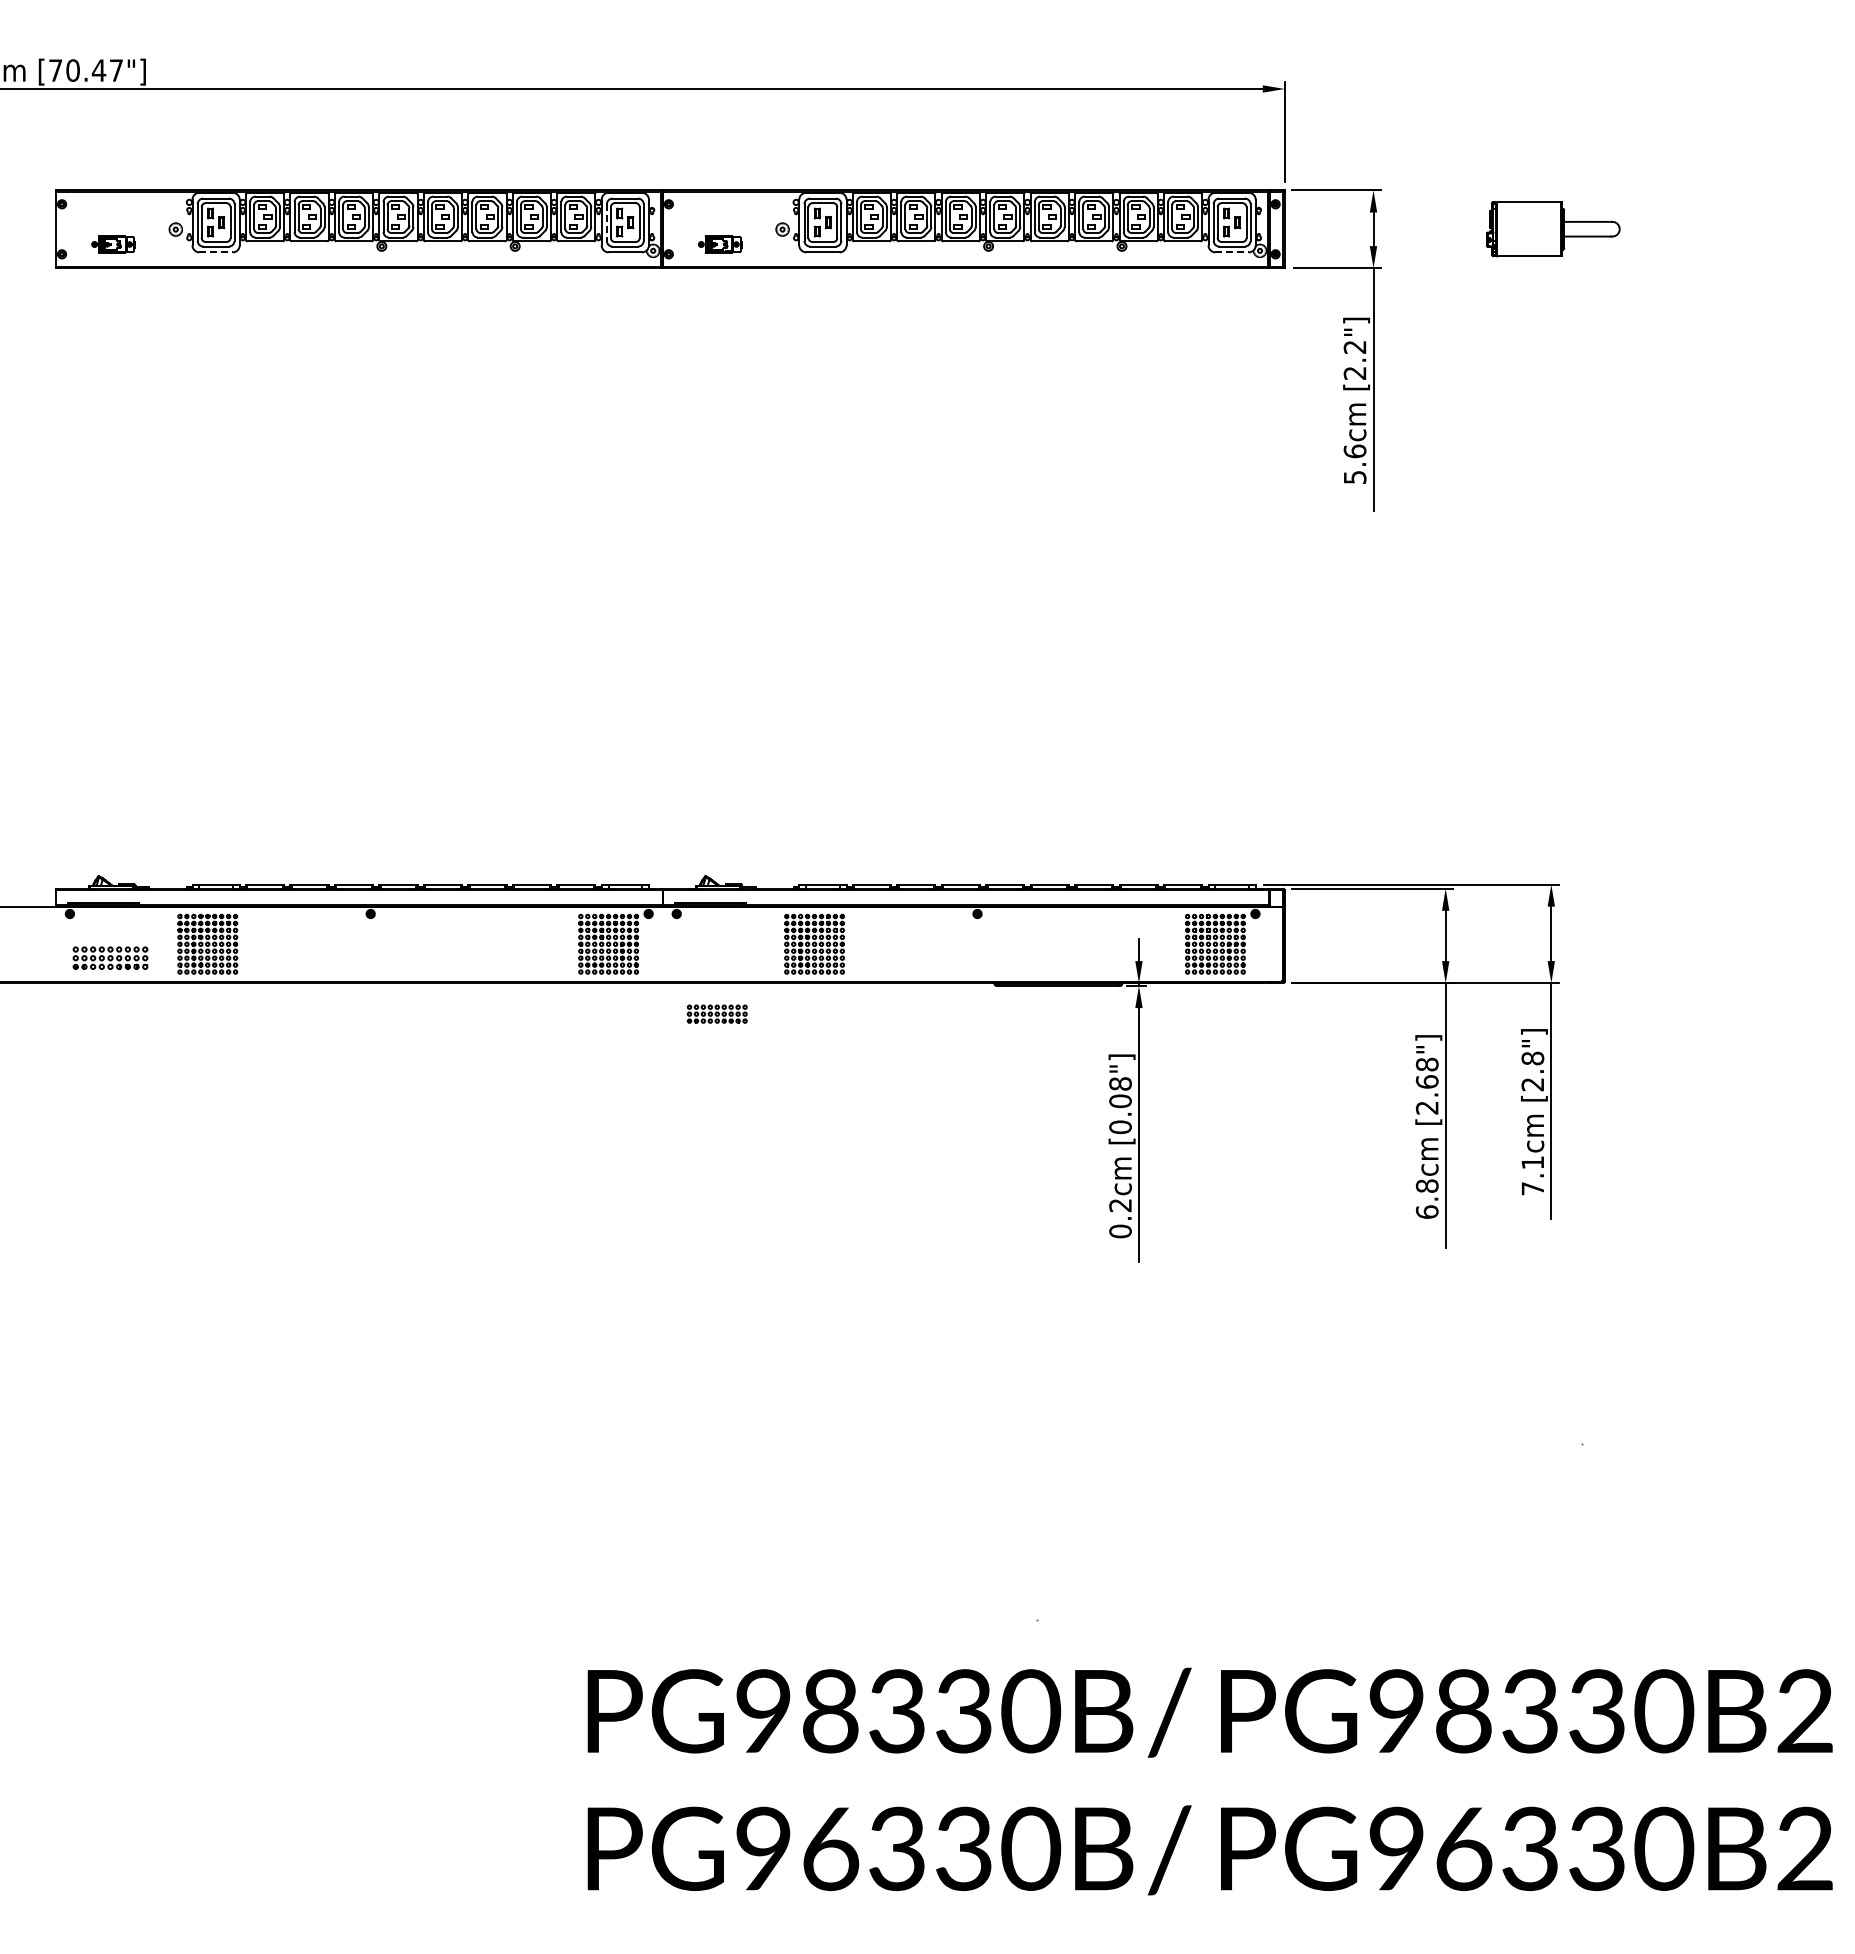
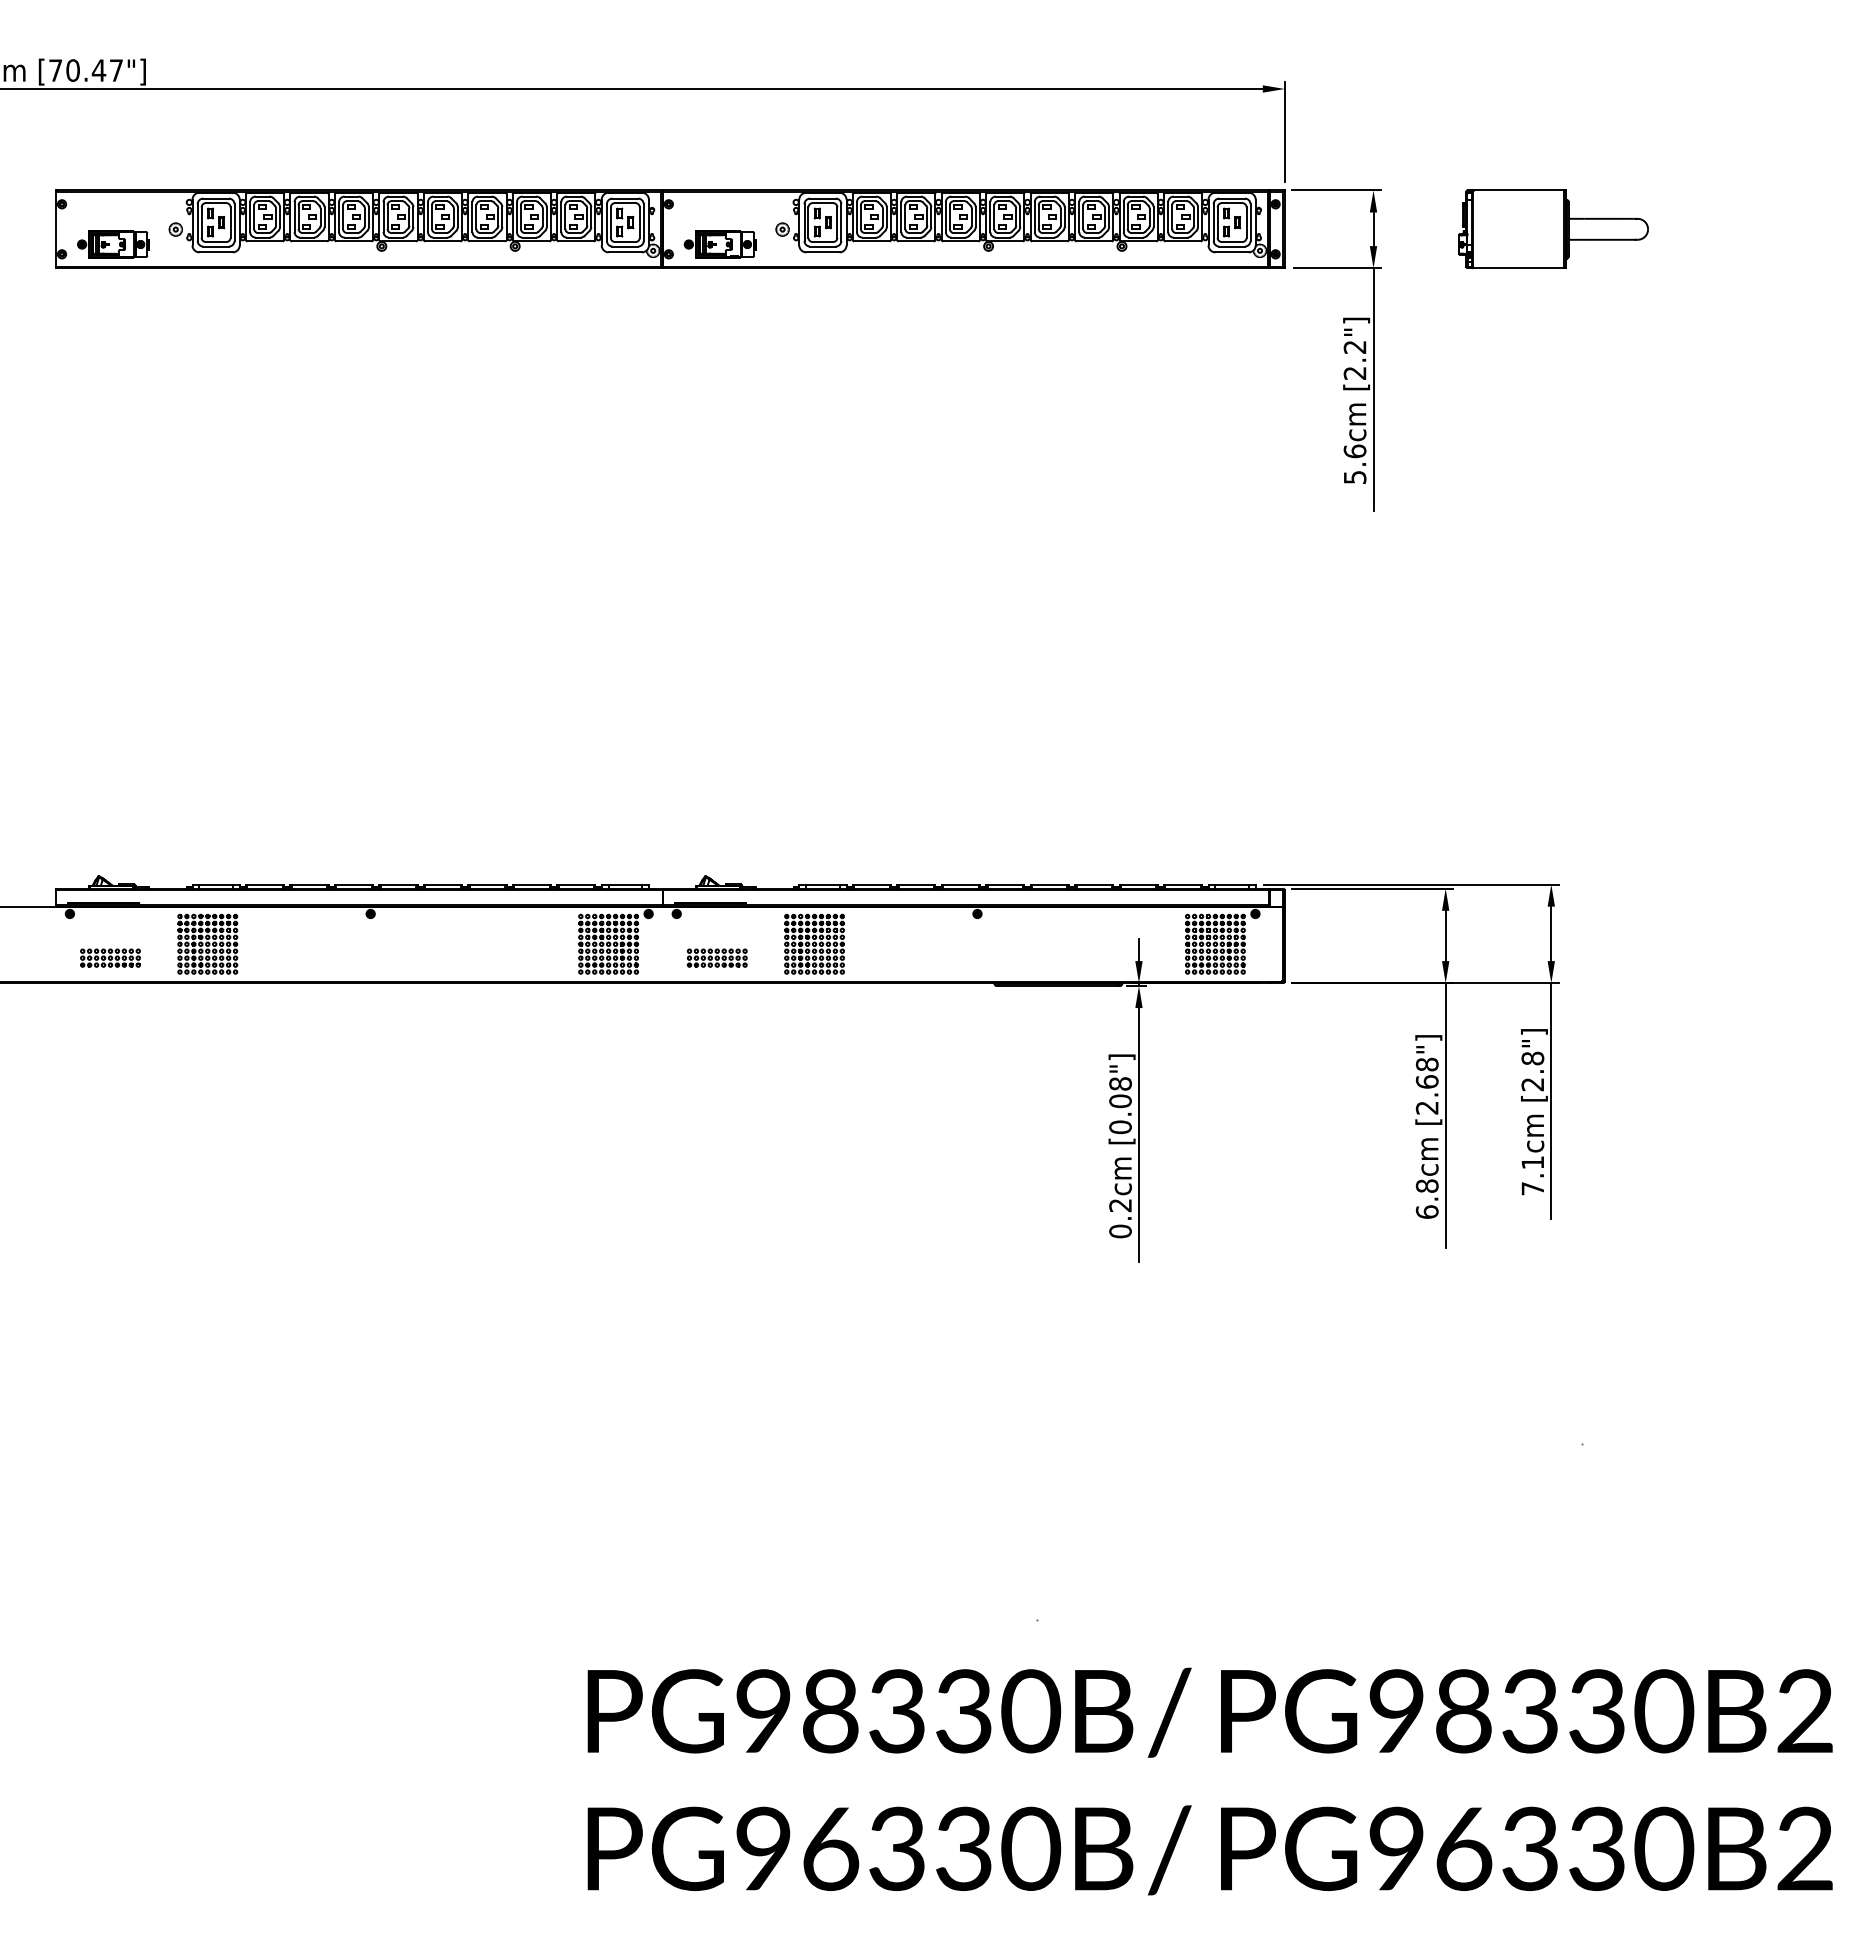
line at (606, 223): dashed -> solid
part at (1553, 229) size: 135x57 px -> 191x80 px
part at (113, 244) size: 45x19 px -> 73x29 px
part at (720, 244) size: 45x19 px -> 74x29 px
line at (216, 252): dashed -> solid
line at (1232, 252): dashed -> solid
part at (110, 957) size: 77x24 px -> 61x20 px
part at (716, 1013) position: (716, 1013) -> (716, 957)
